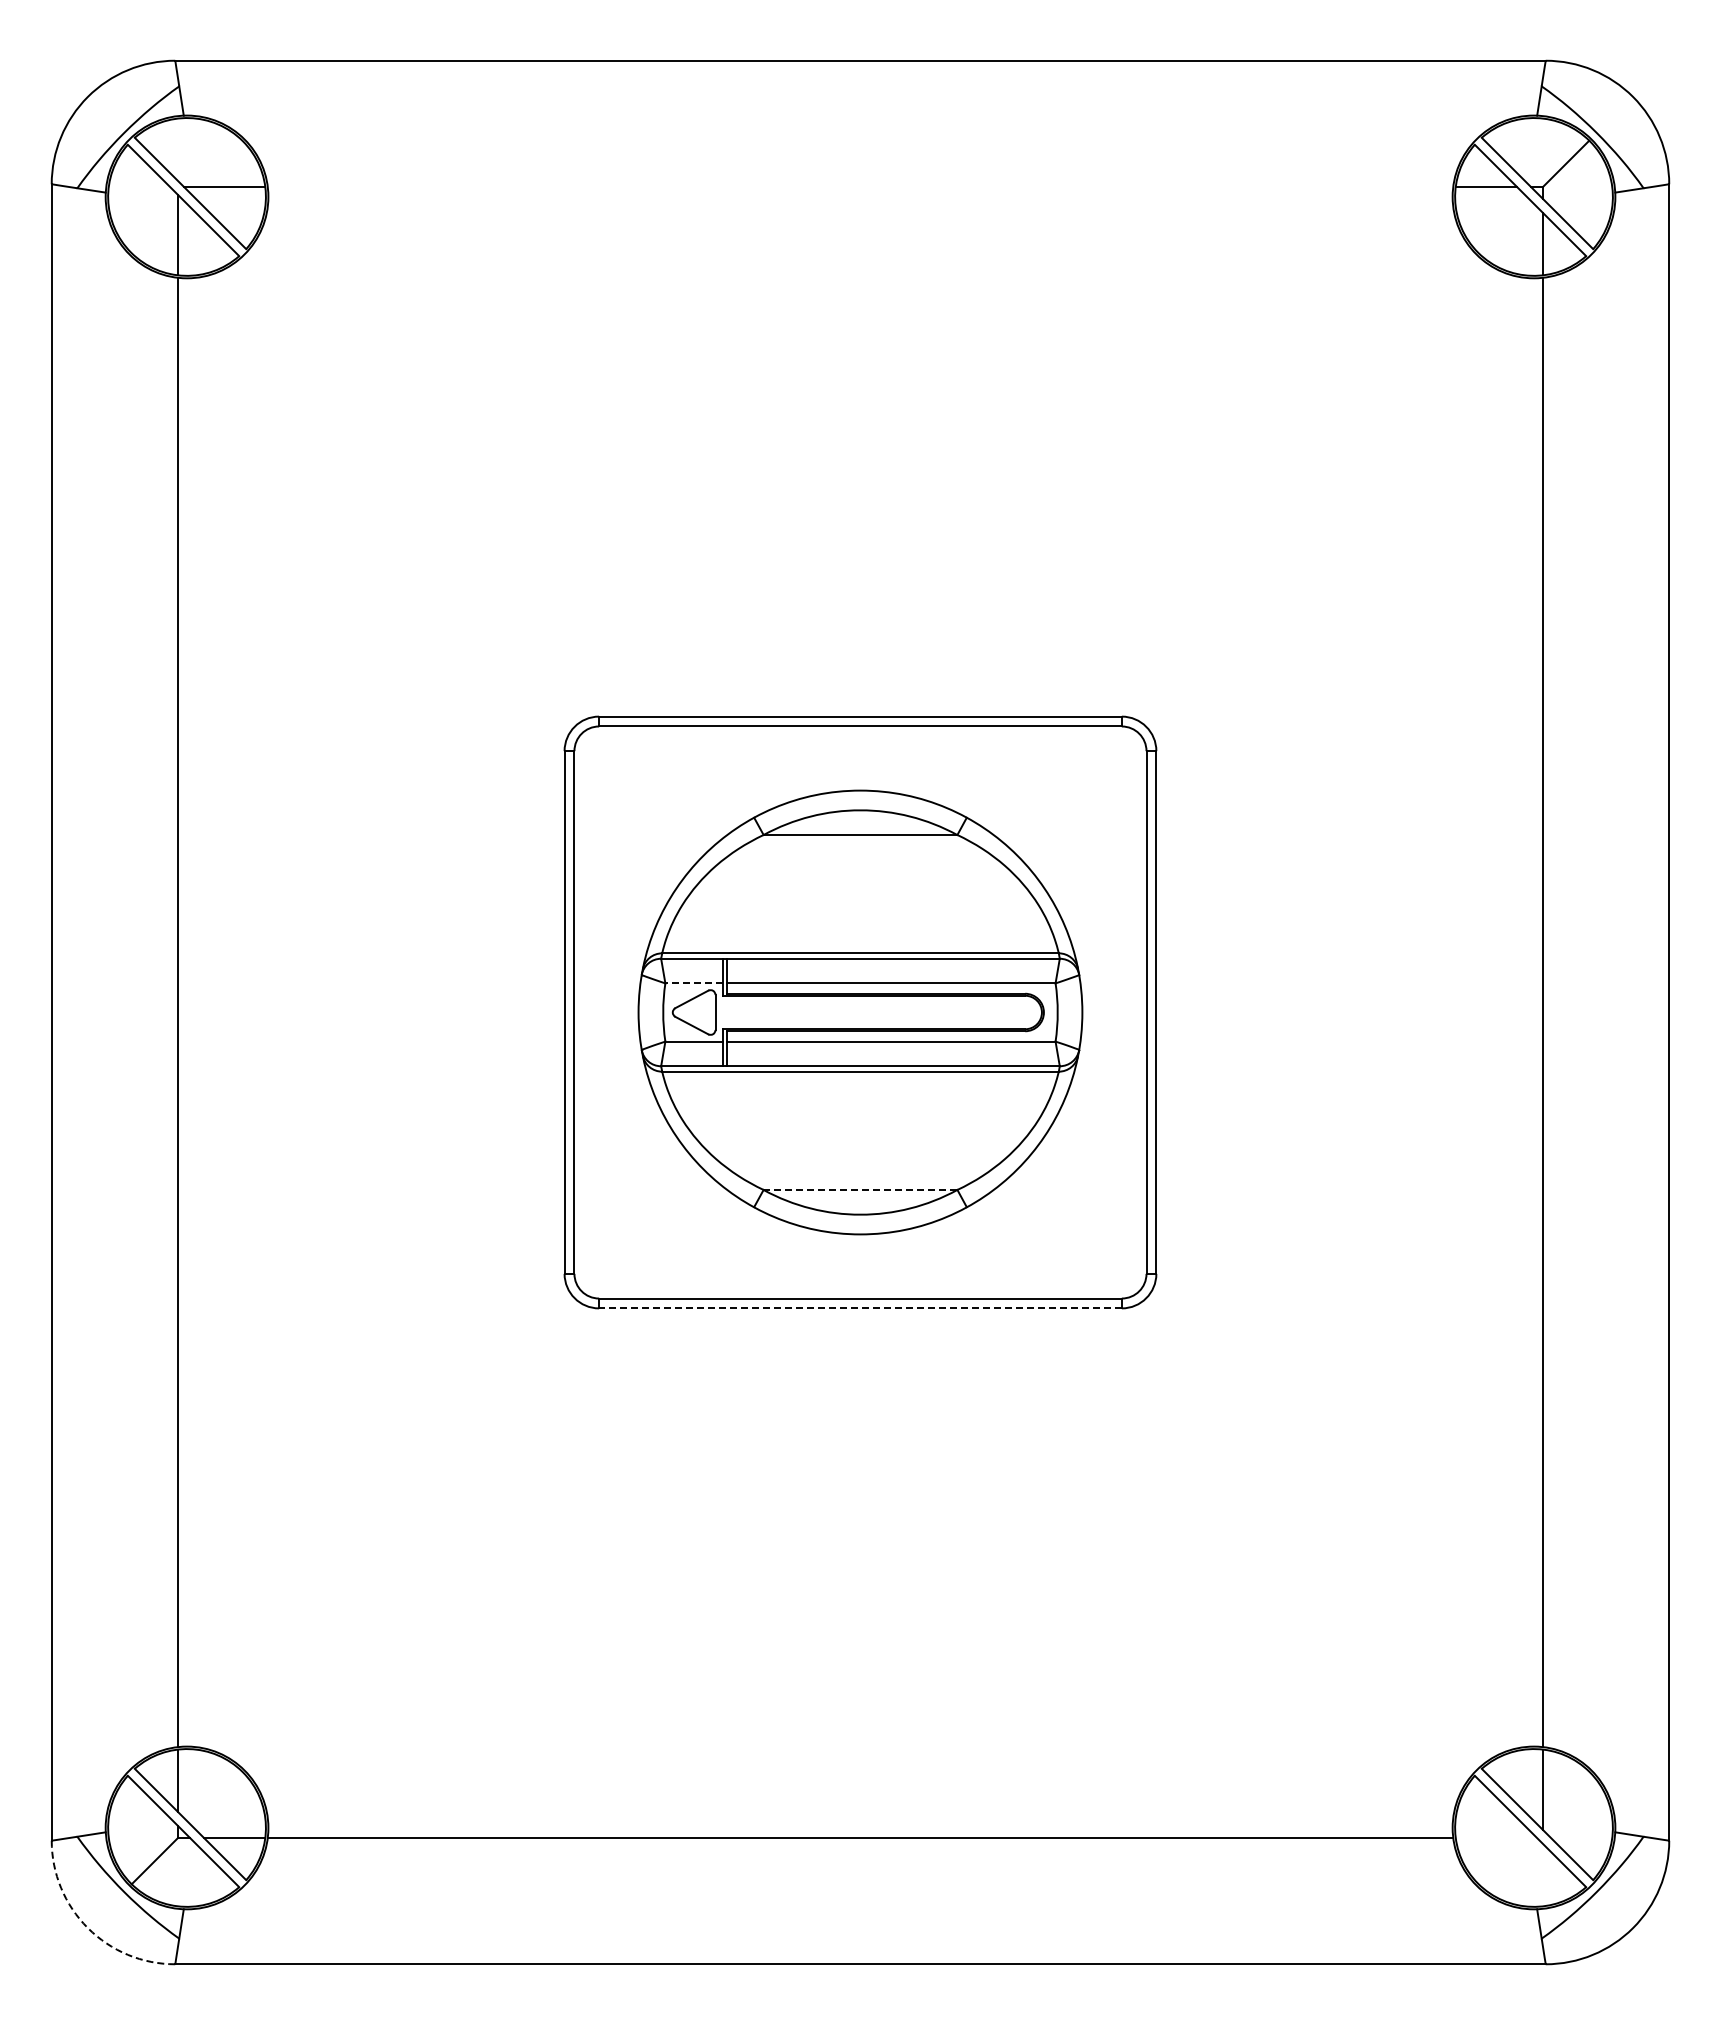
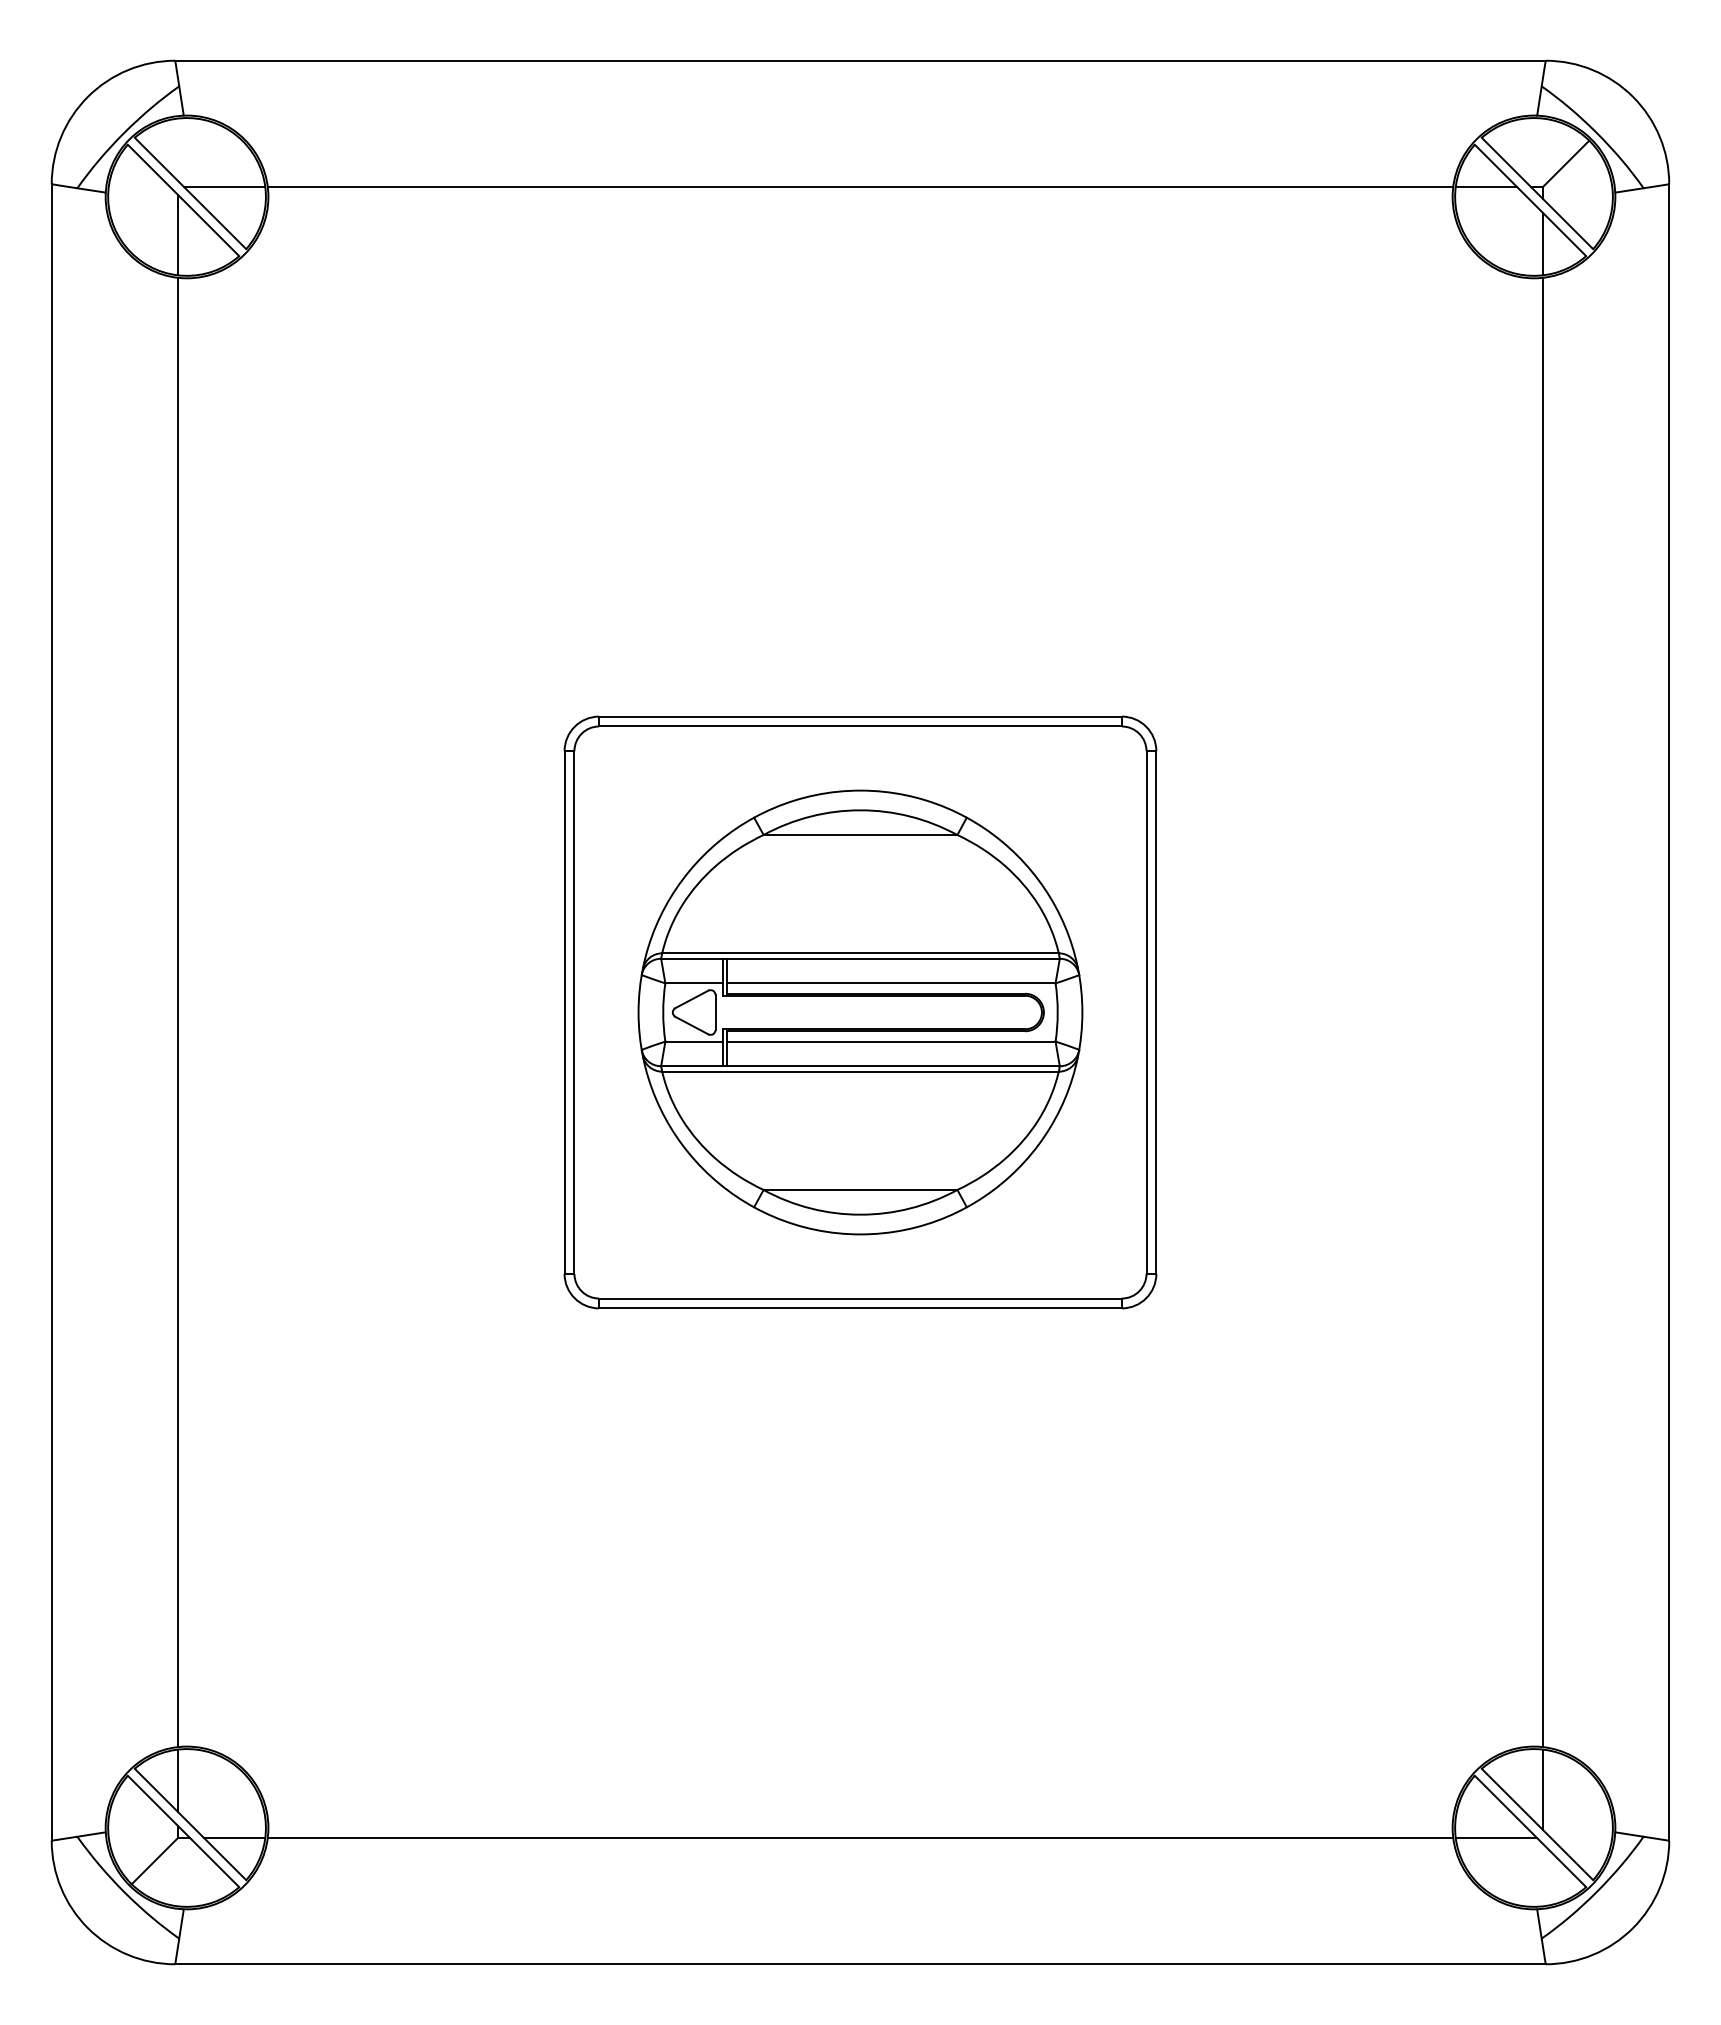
line at (860, 186): none -> present
line at (694, 983): dashed -> solid
line at (860, 1189): dashed -> solid
line at (859, 1308): dashed -> solid
line at (1496, 1838): none -> present
arc at (87, 1928): dashed -> solid
